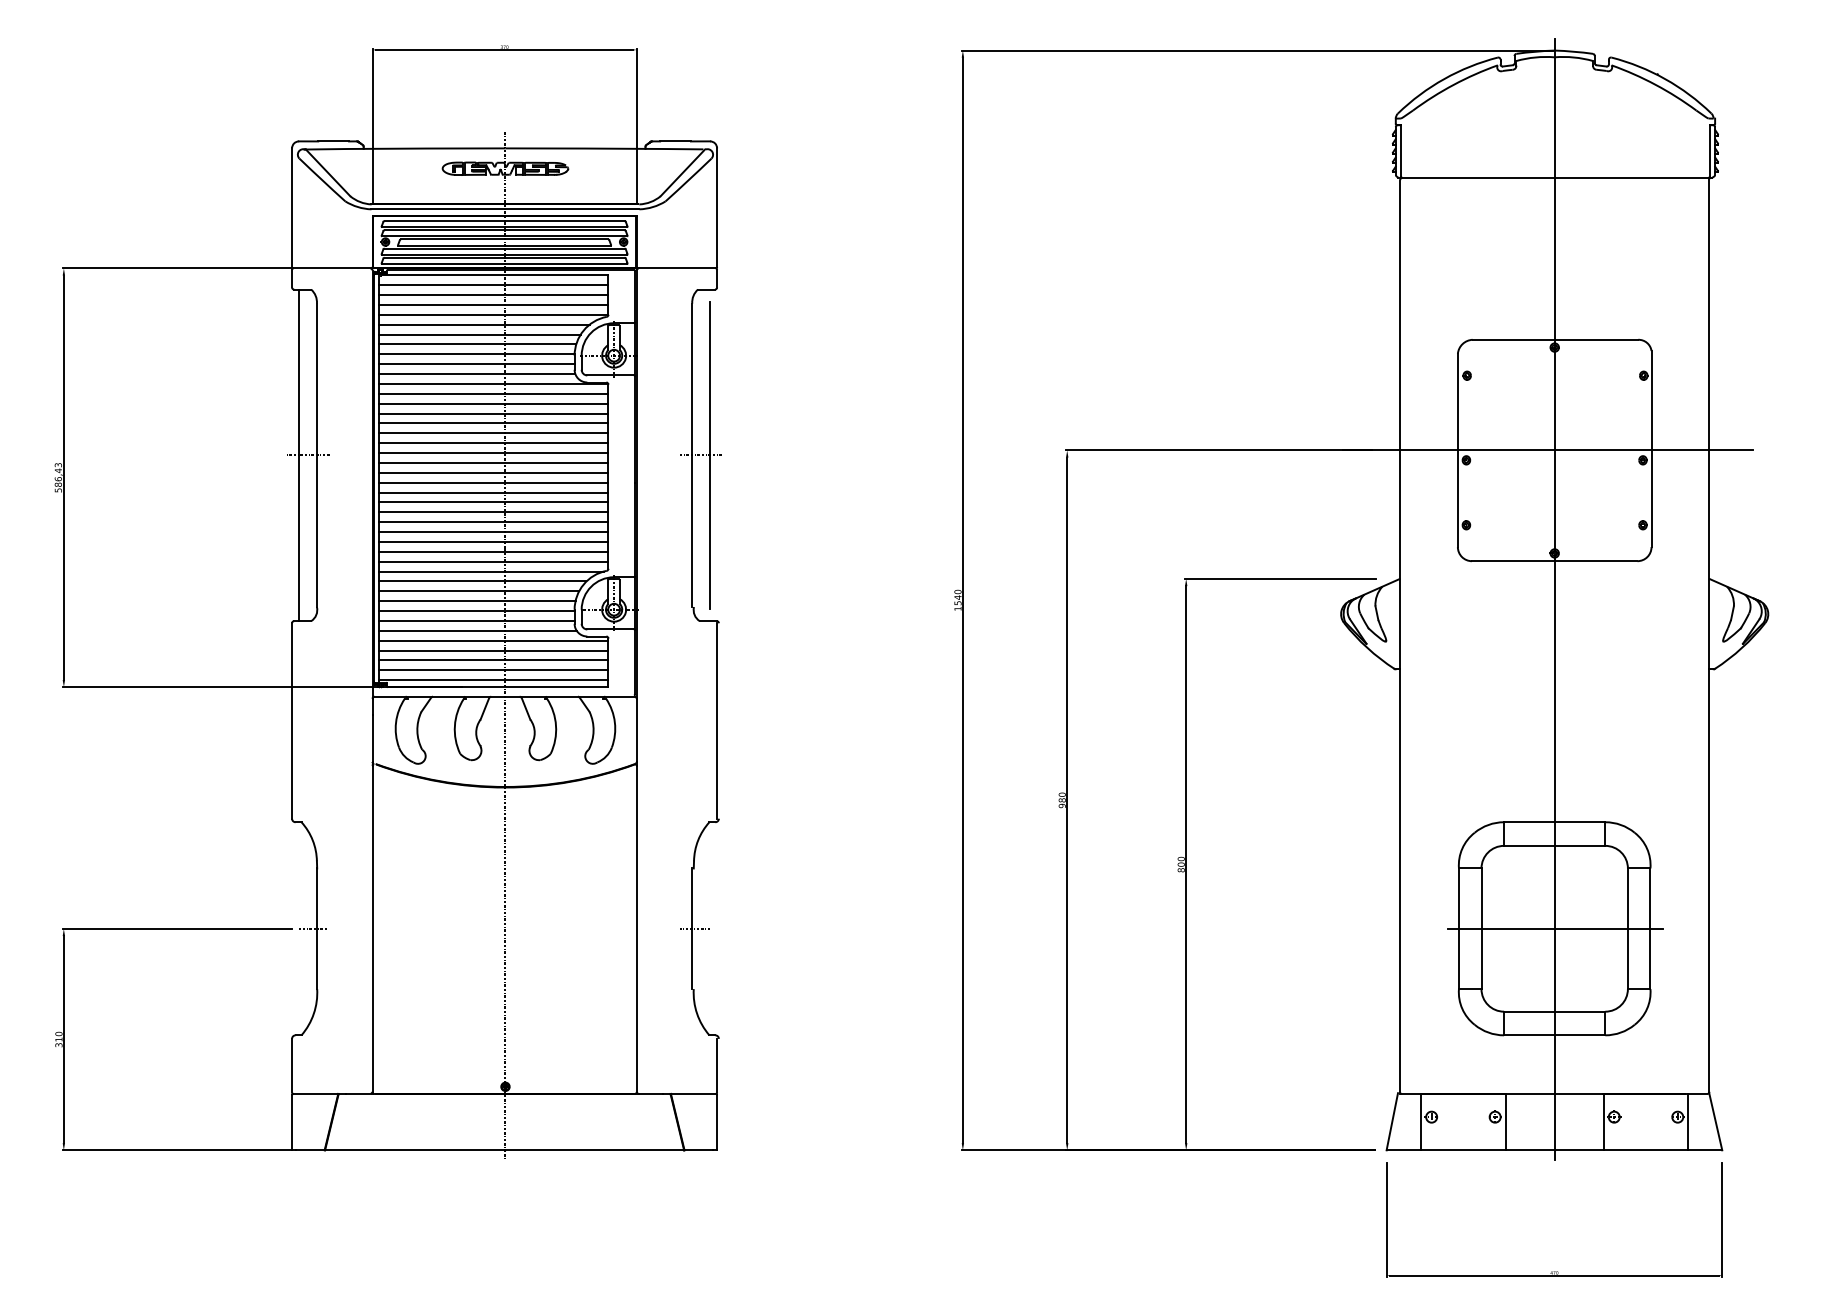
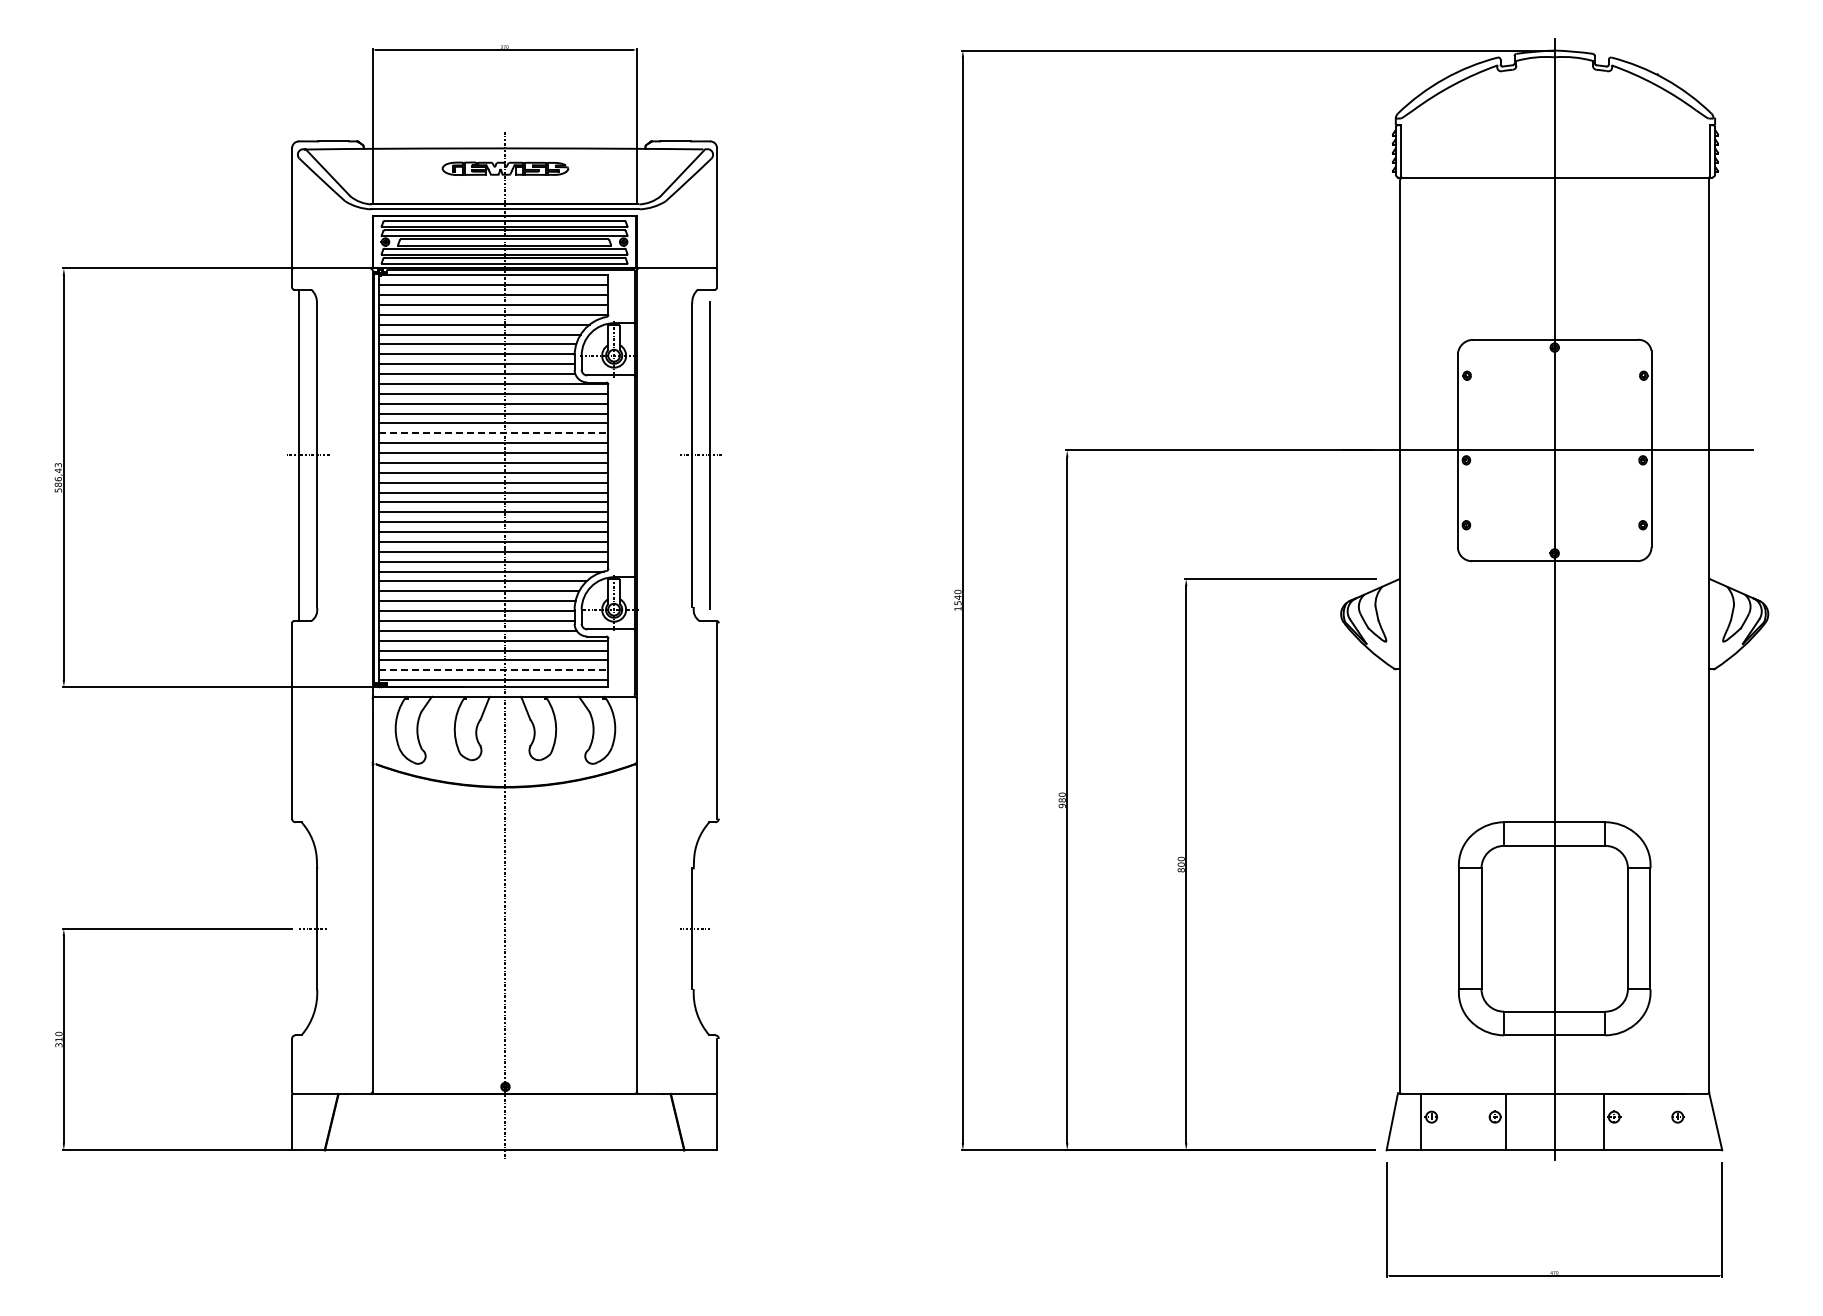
line at (493, 433): solid -> dashed
line at (493, 670): solid -> dashed
line at (1554, 928): present -> none
line at (1688, 1121): present -> none
